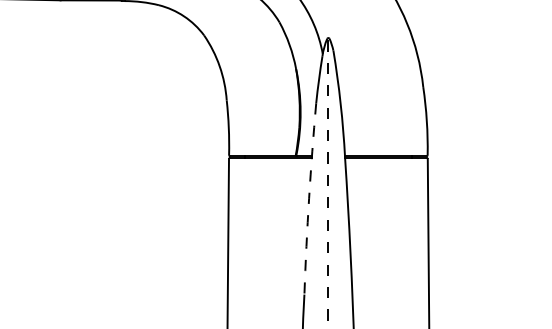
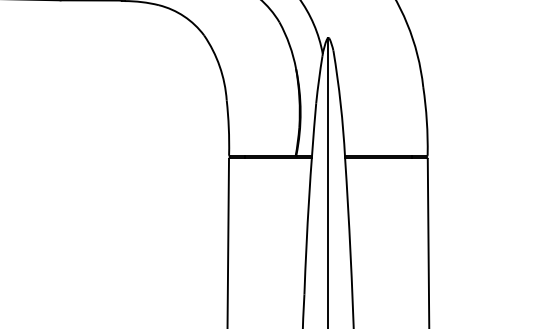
line at (328, 182): dashed -> solid
arc at (309, 198): dashed -> solid
